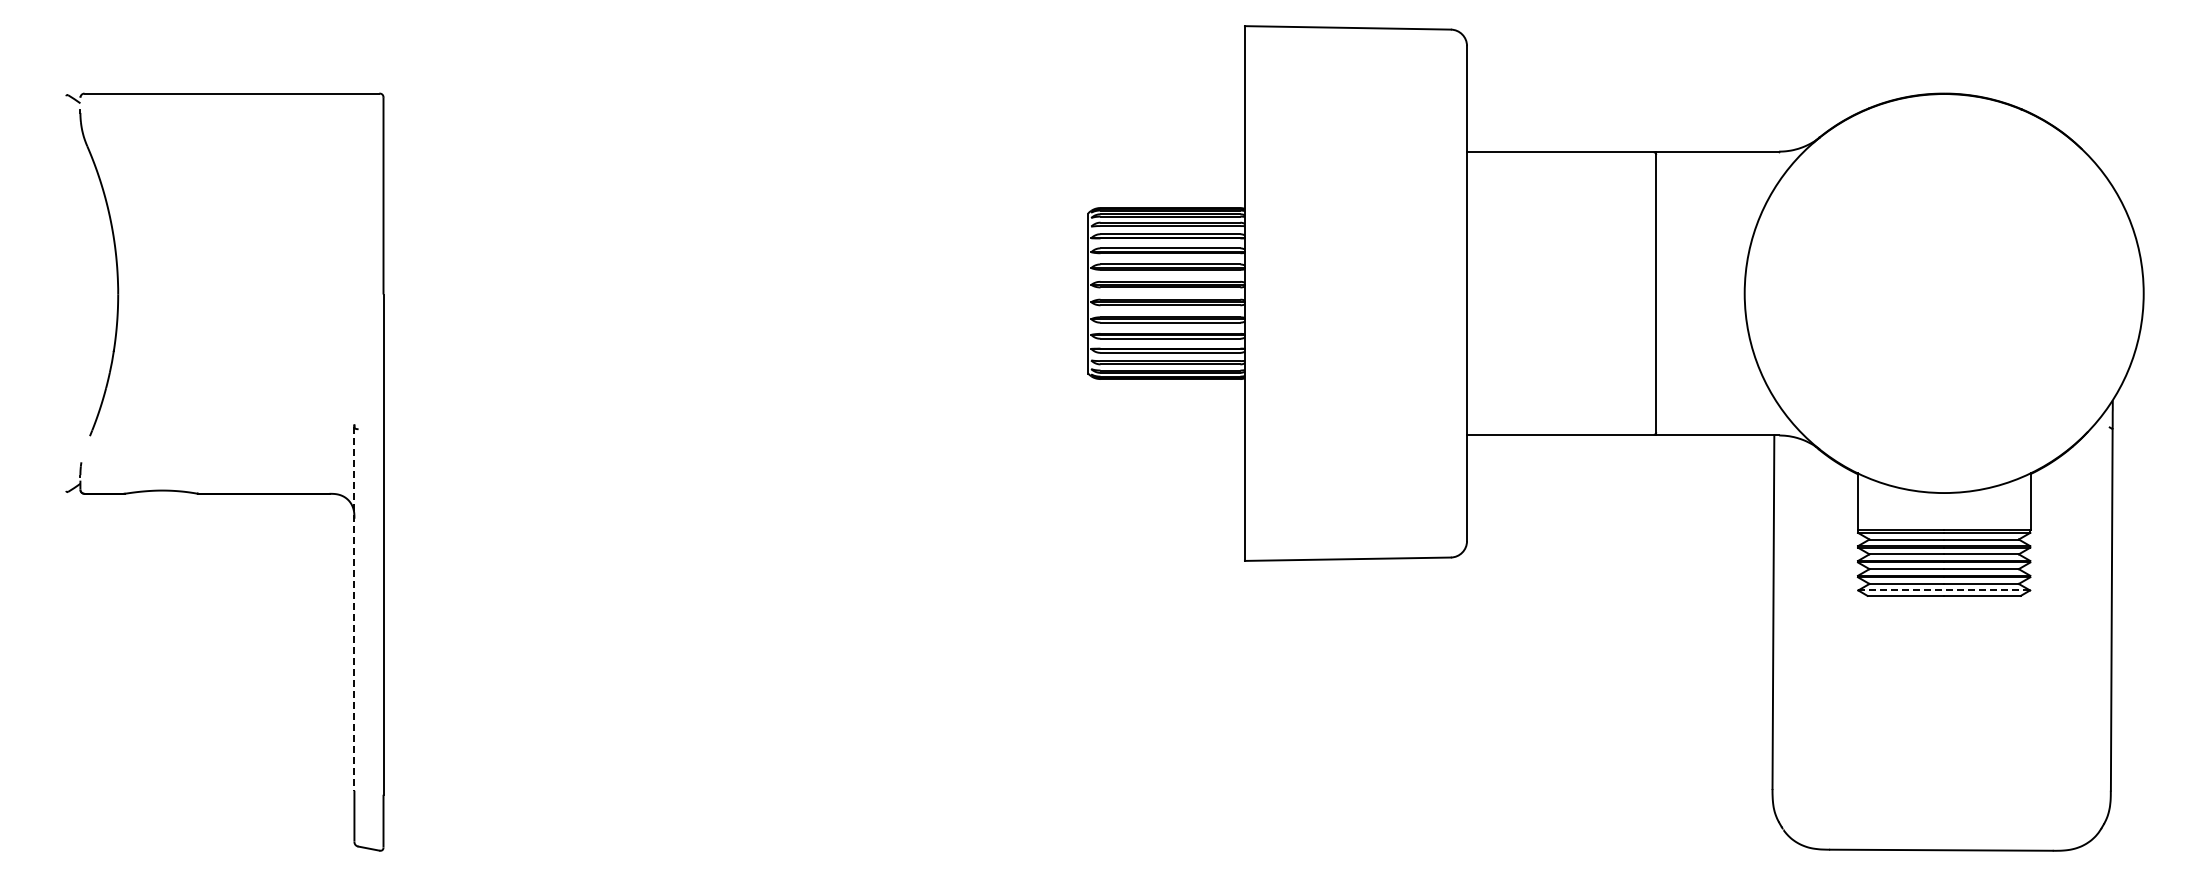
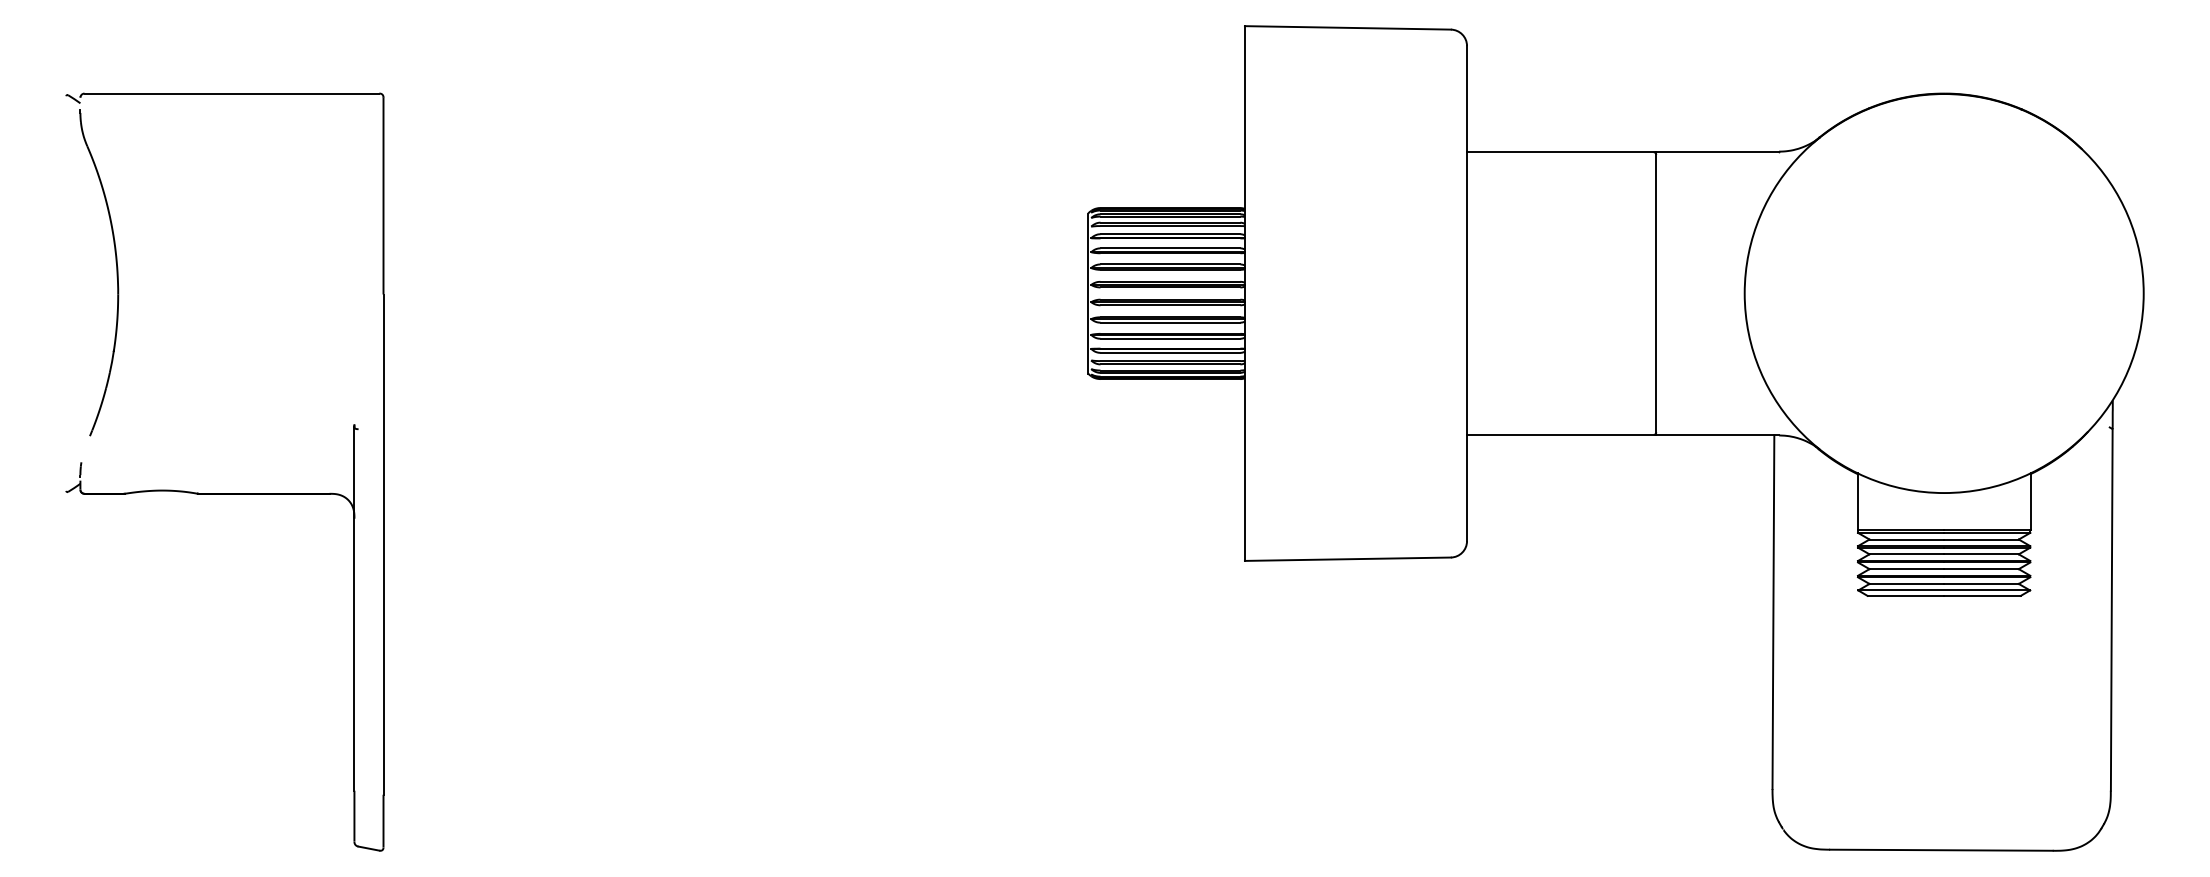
line at (1944, 590): dashed -> solid
line at (354, 608): dashed -> solid
